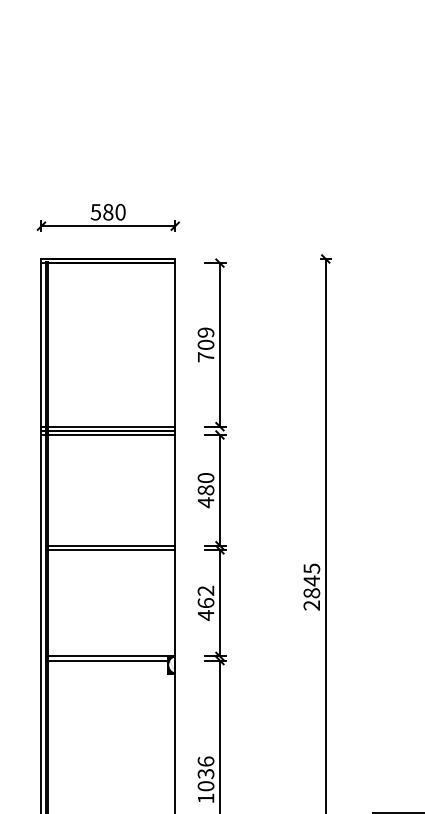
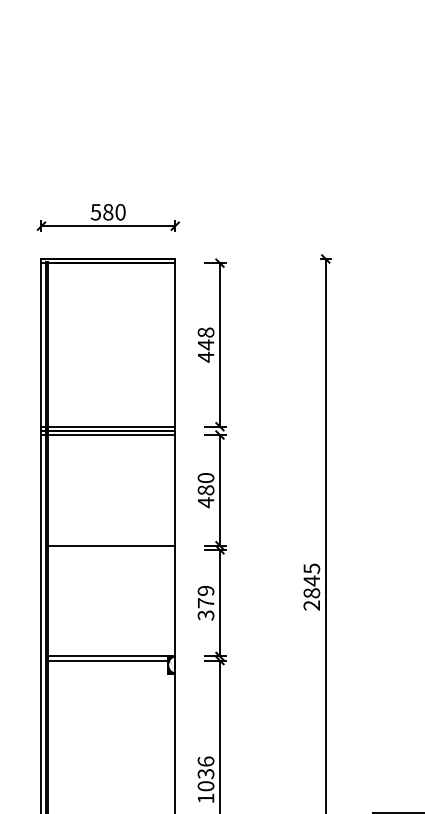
text at (205, 344): 709 -> 448
line at (111, 549): present -> none
text at (205, 603): 462 -> 379
